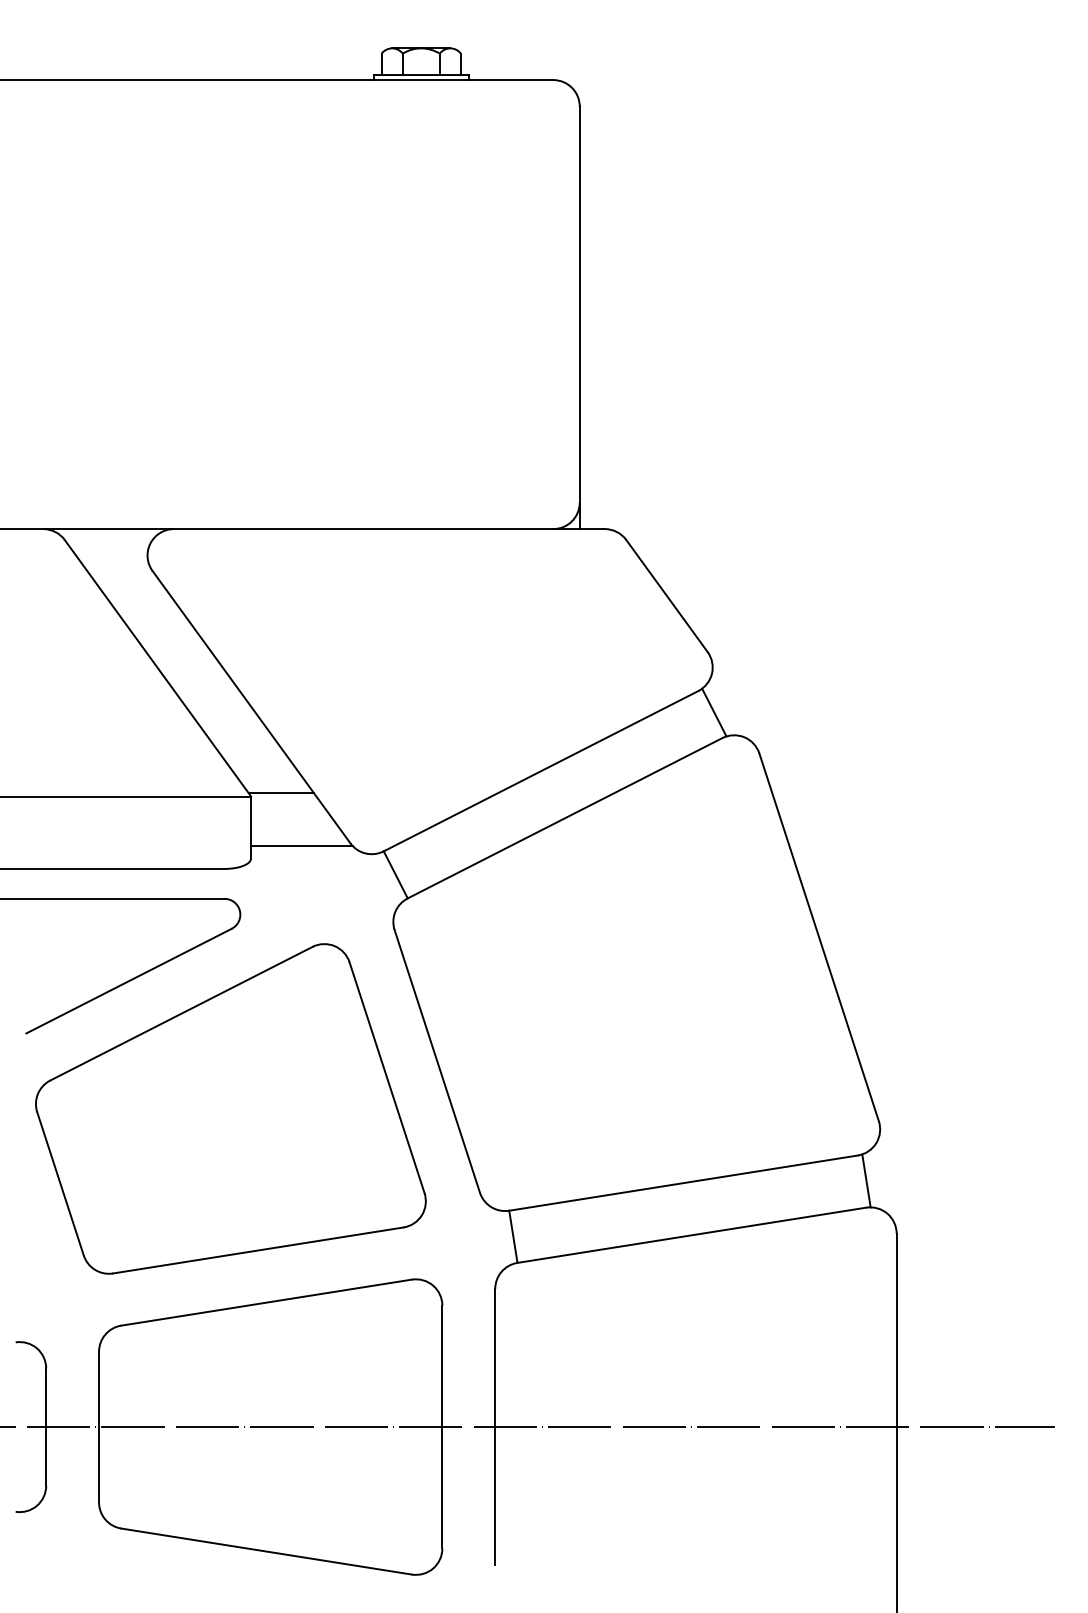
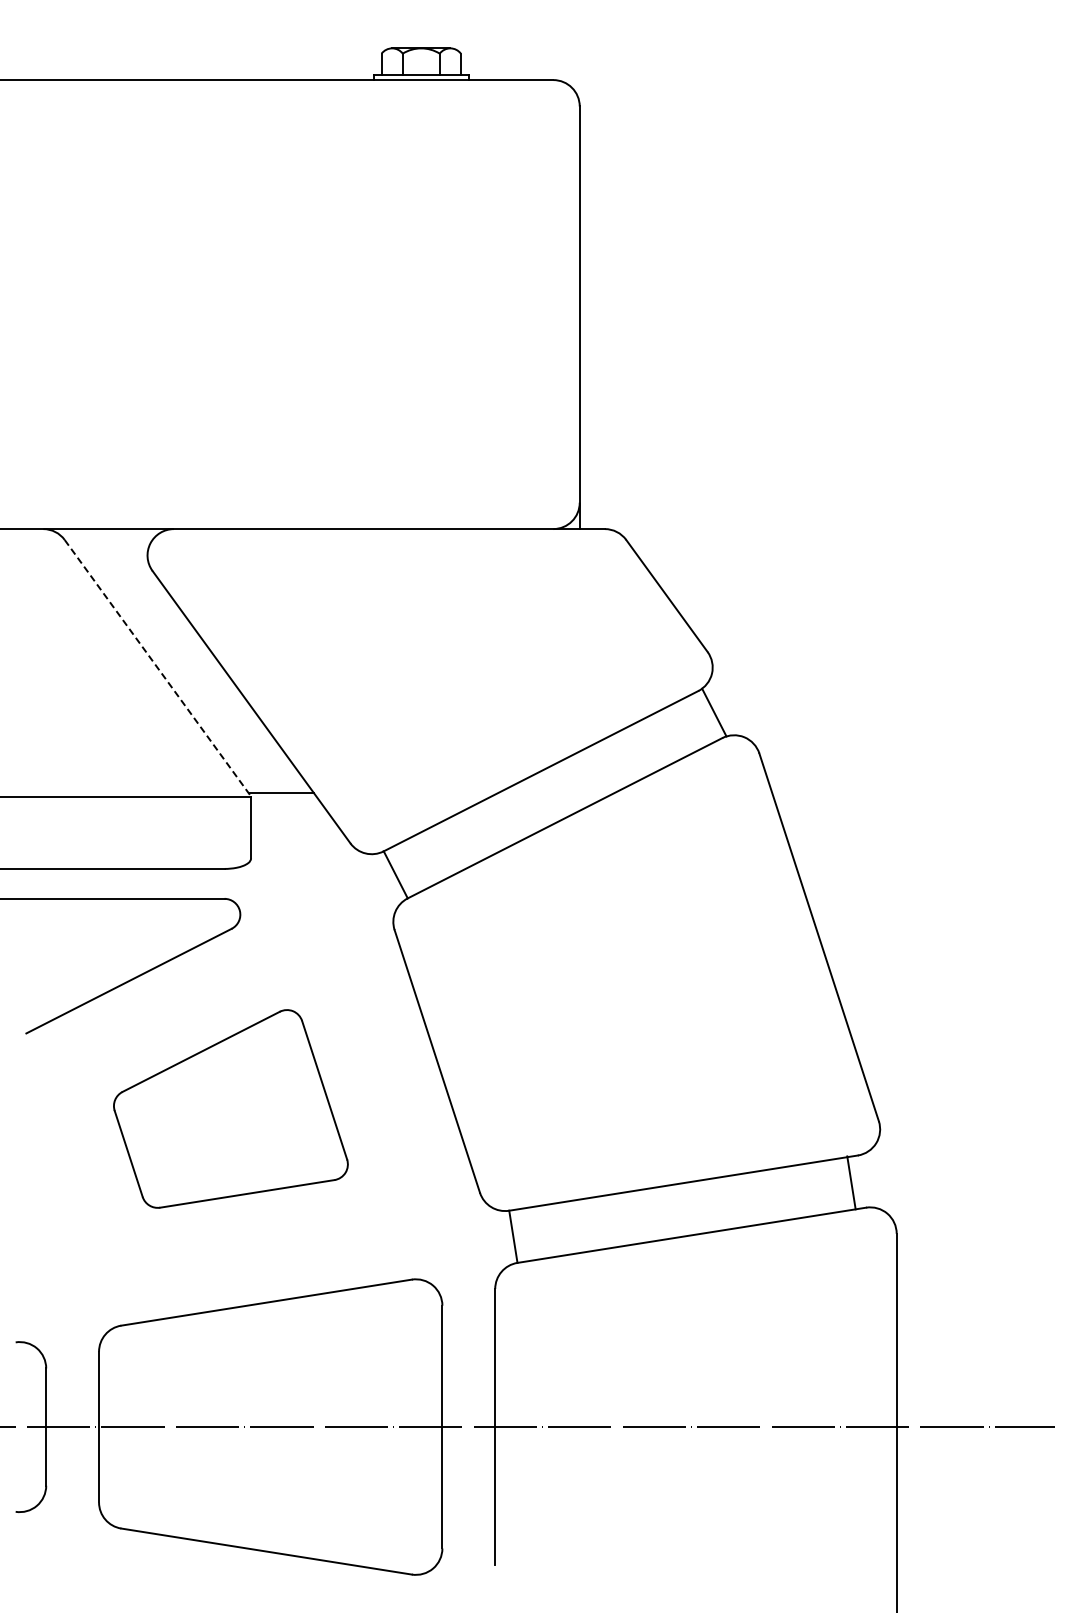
line at (157, 668): solid -> dashed
line at (301, 846): present -> none
part at (230, 1108) size: 392x332 px -> 236x200 px
line at (866, 1180) position: (866, 1180) -> (851, 1182)
